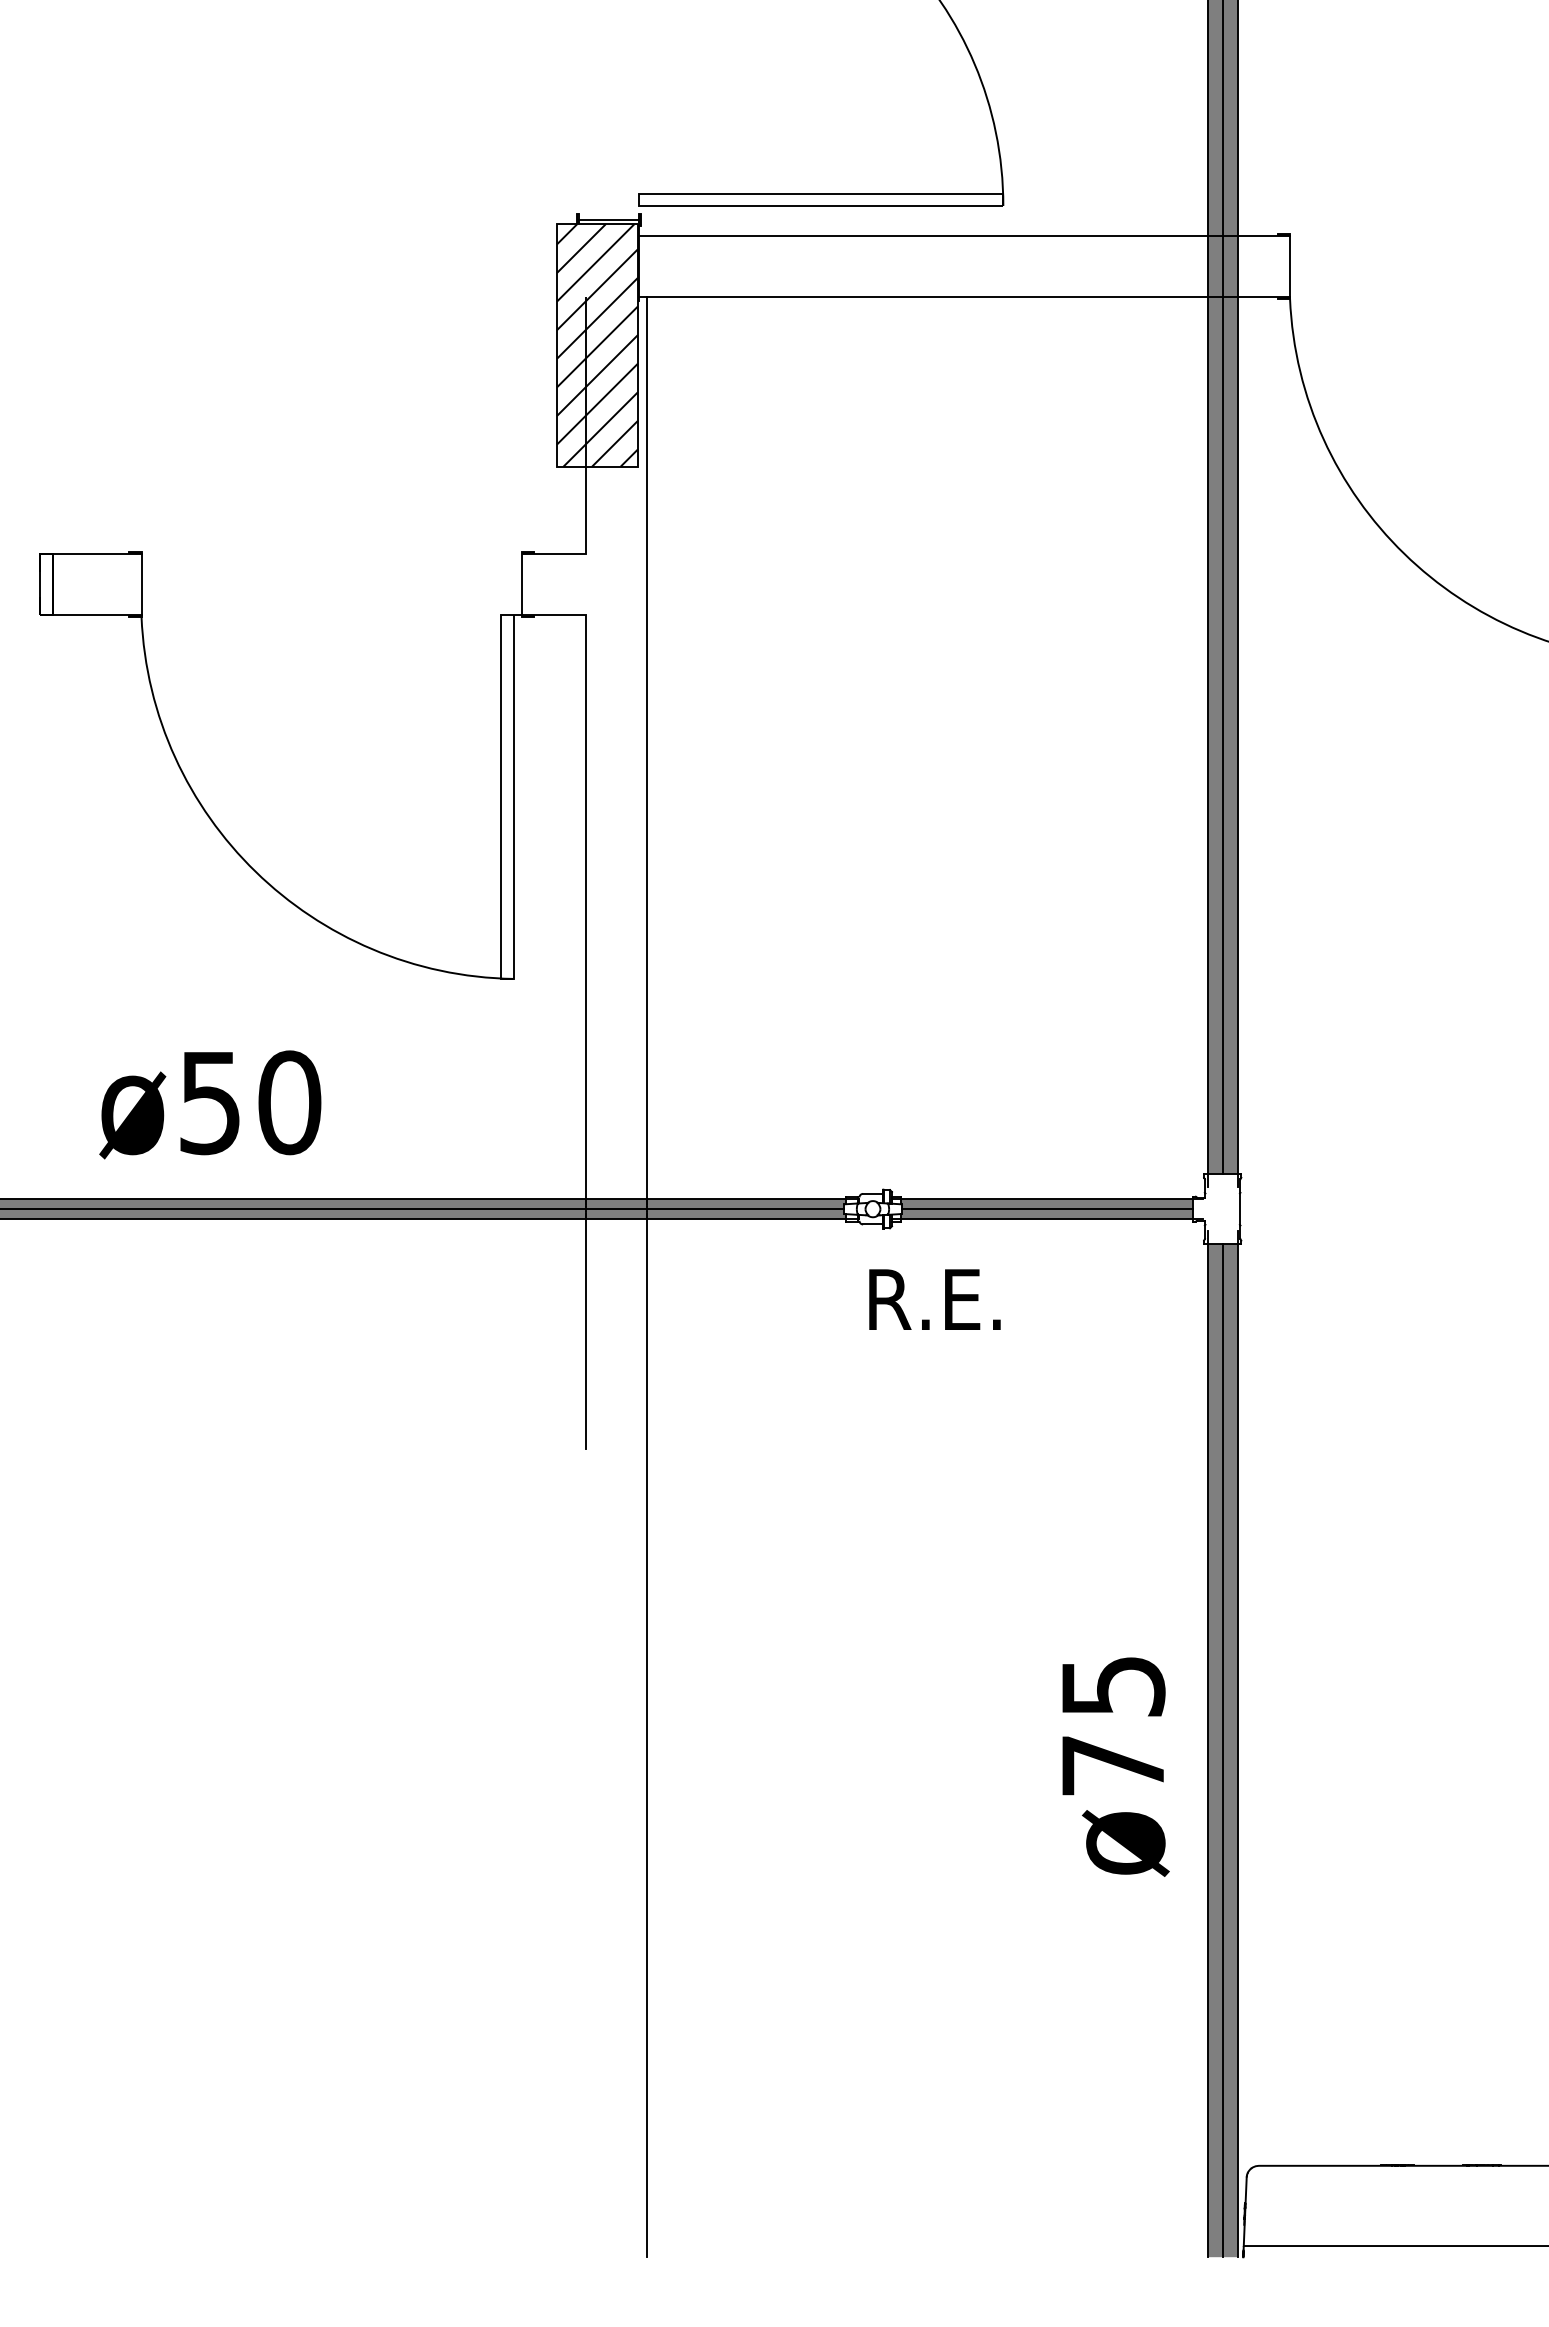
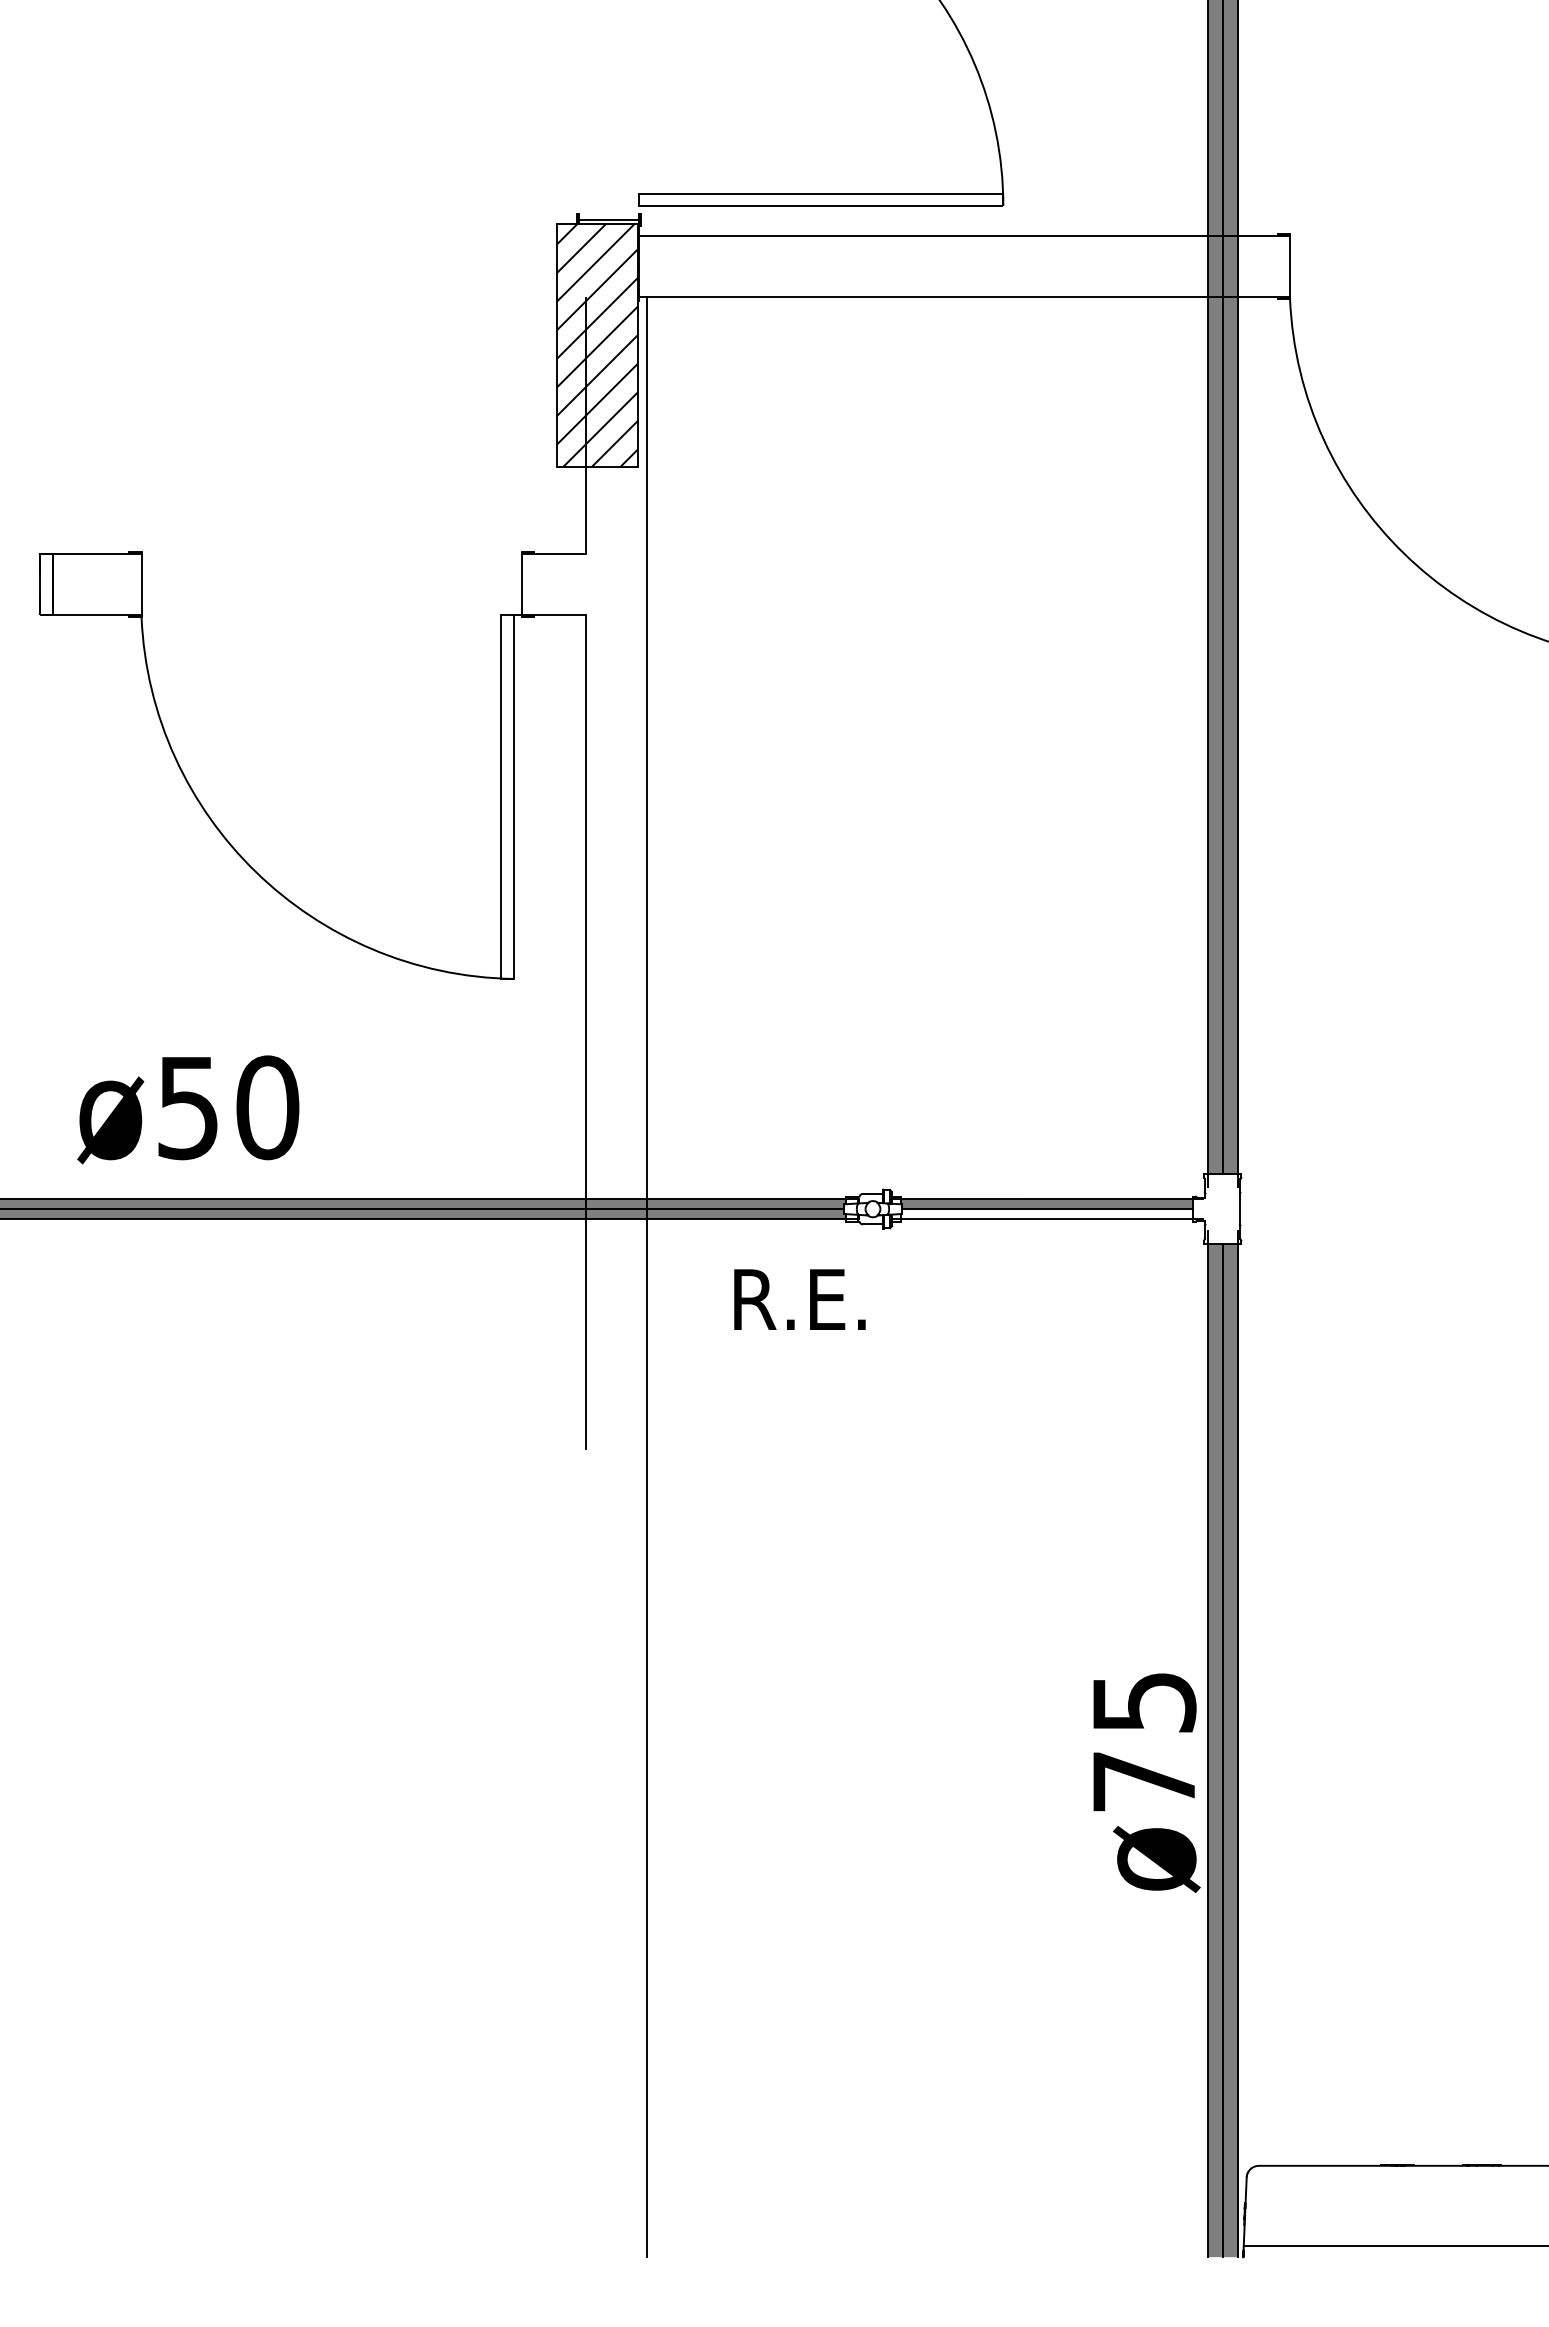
text at (210, 1104) position: (210, 1104) -> (188, 1109)
fill at (1046, 1214): present -> none
text at (934, 1299) position: (934, 1299) -> (799, 1299)
text at (1115, 1766) position: (1115, 1766) -> (1146, 1782)
